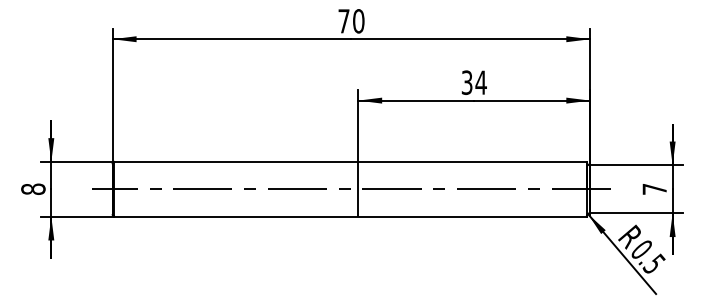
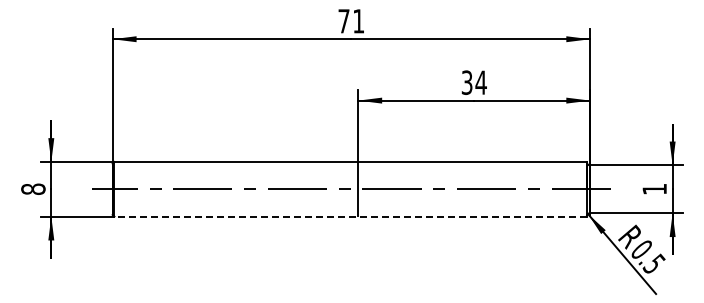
text at (358, 21): 70 -> 71
text at (654, 189): 7 -> 1
line at (350, 216): solid -> dashed
